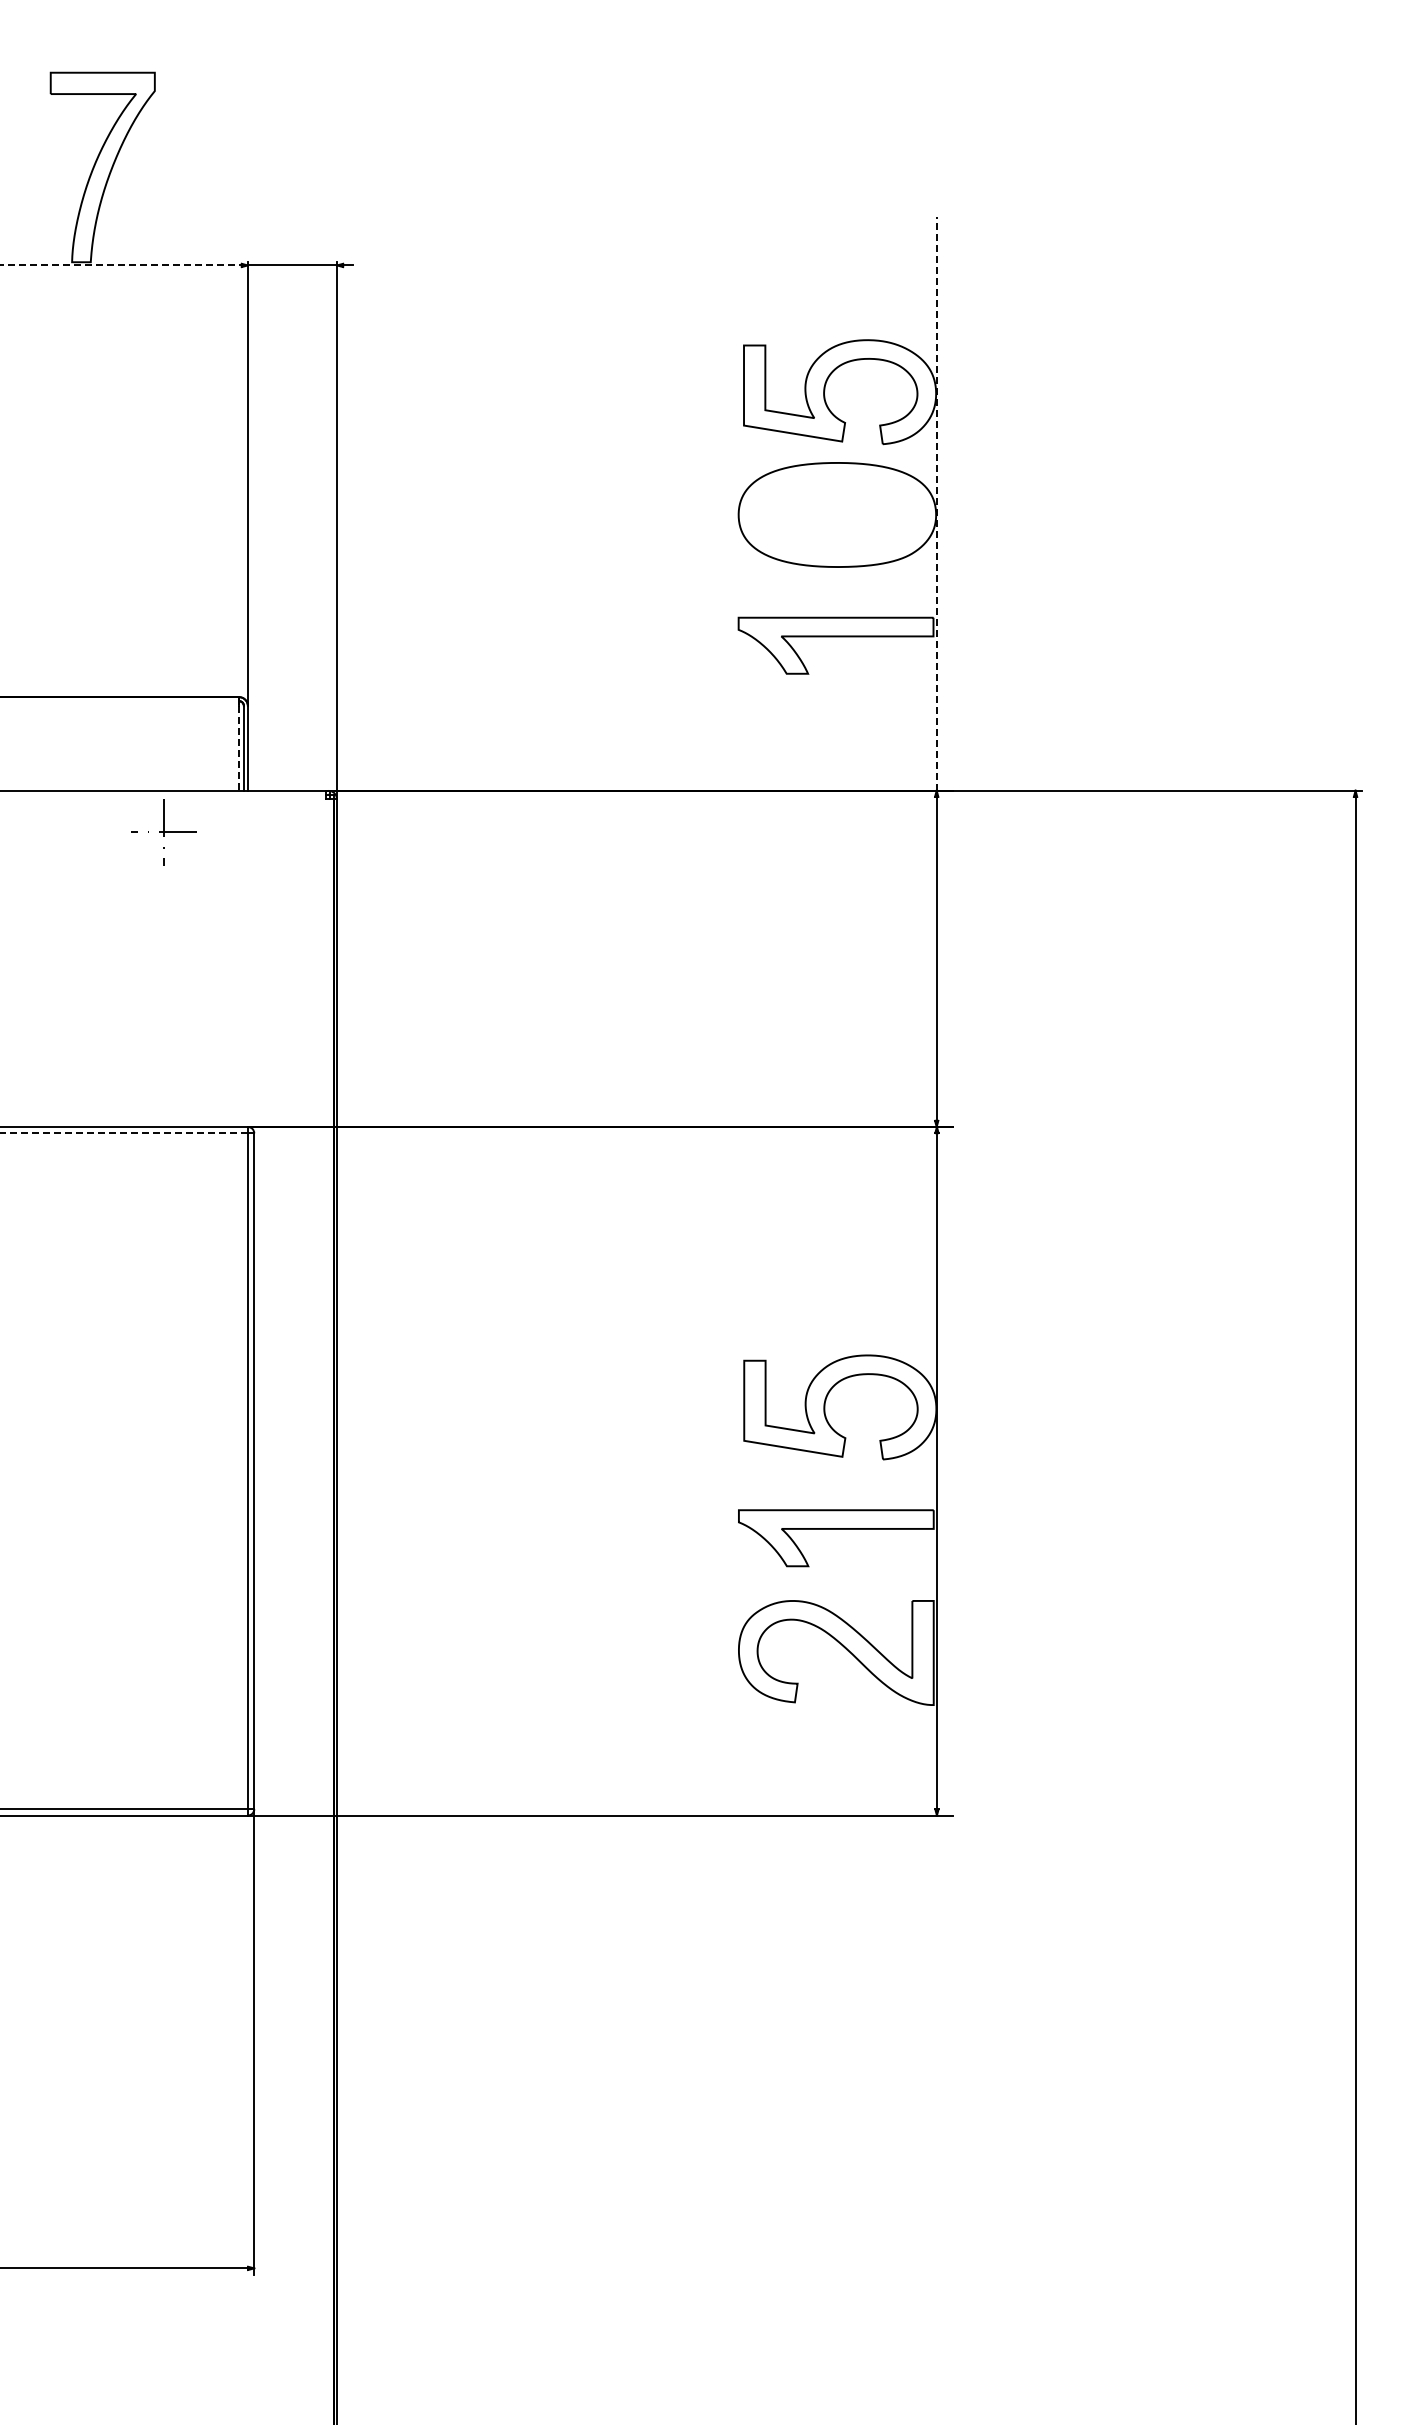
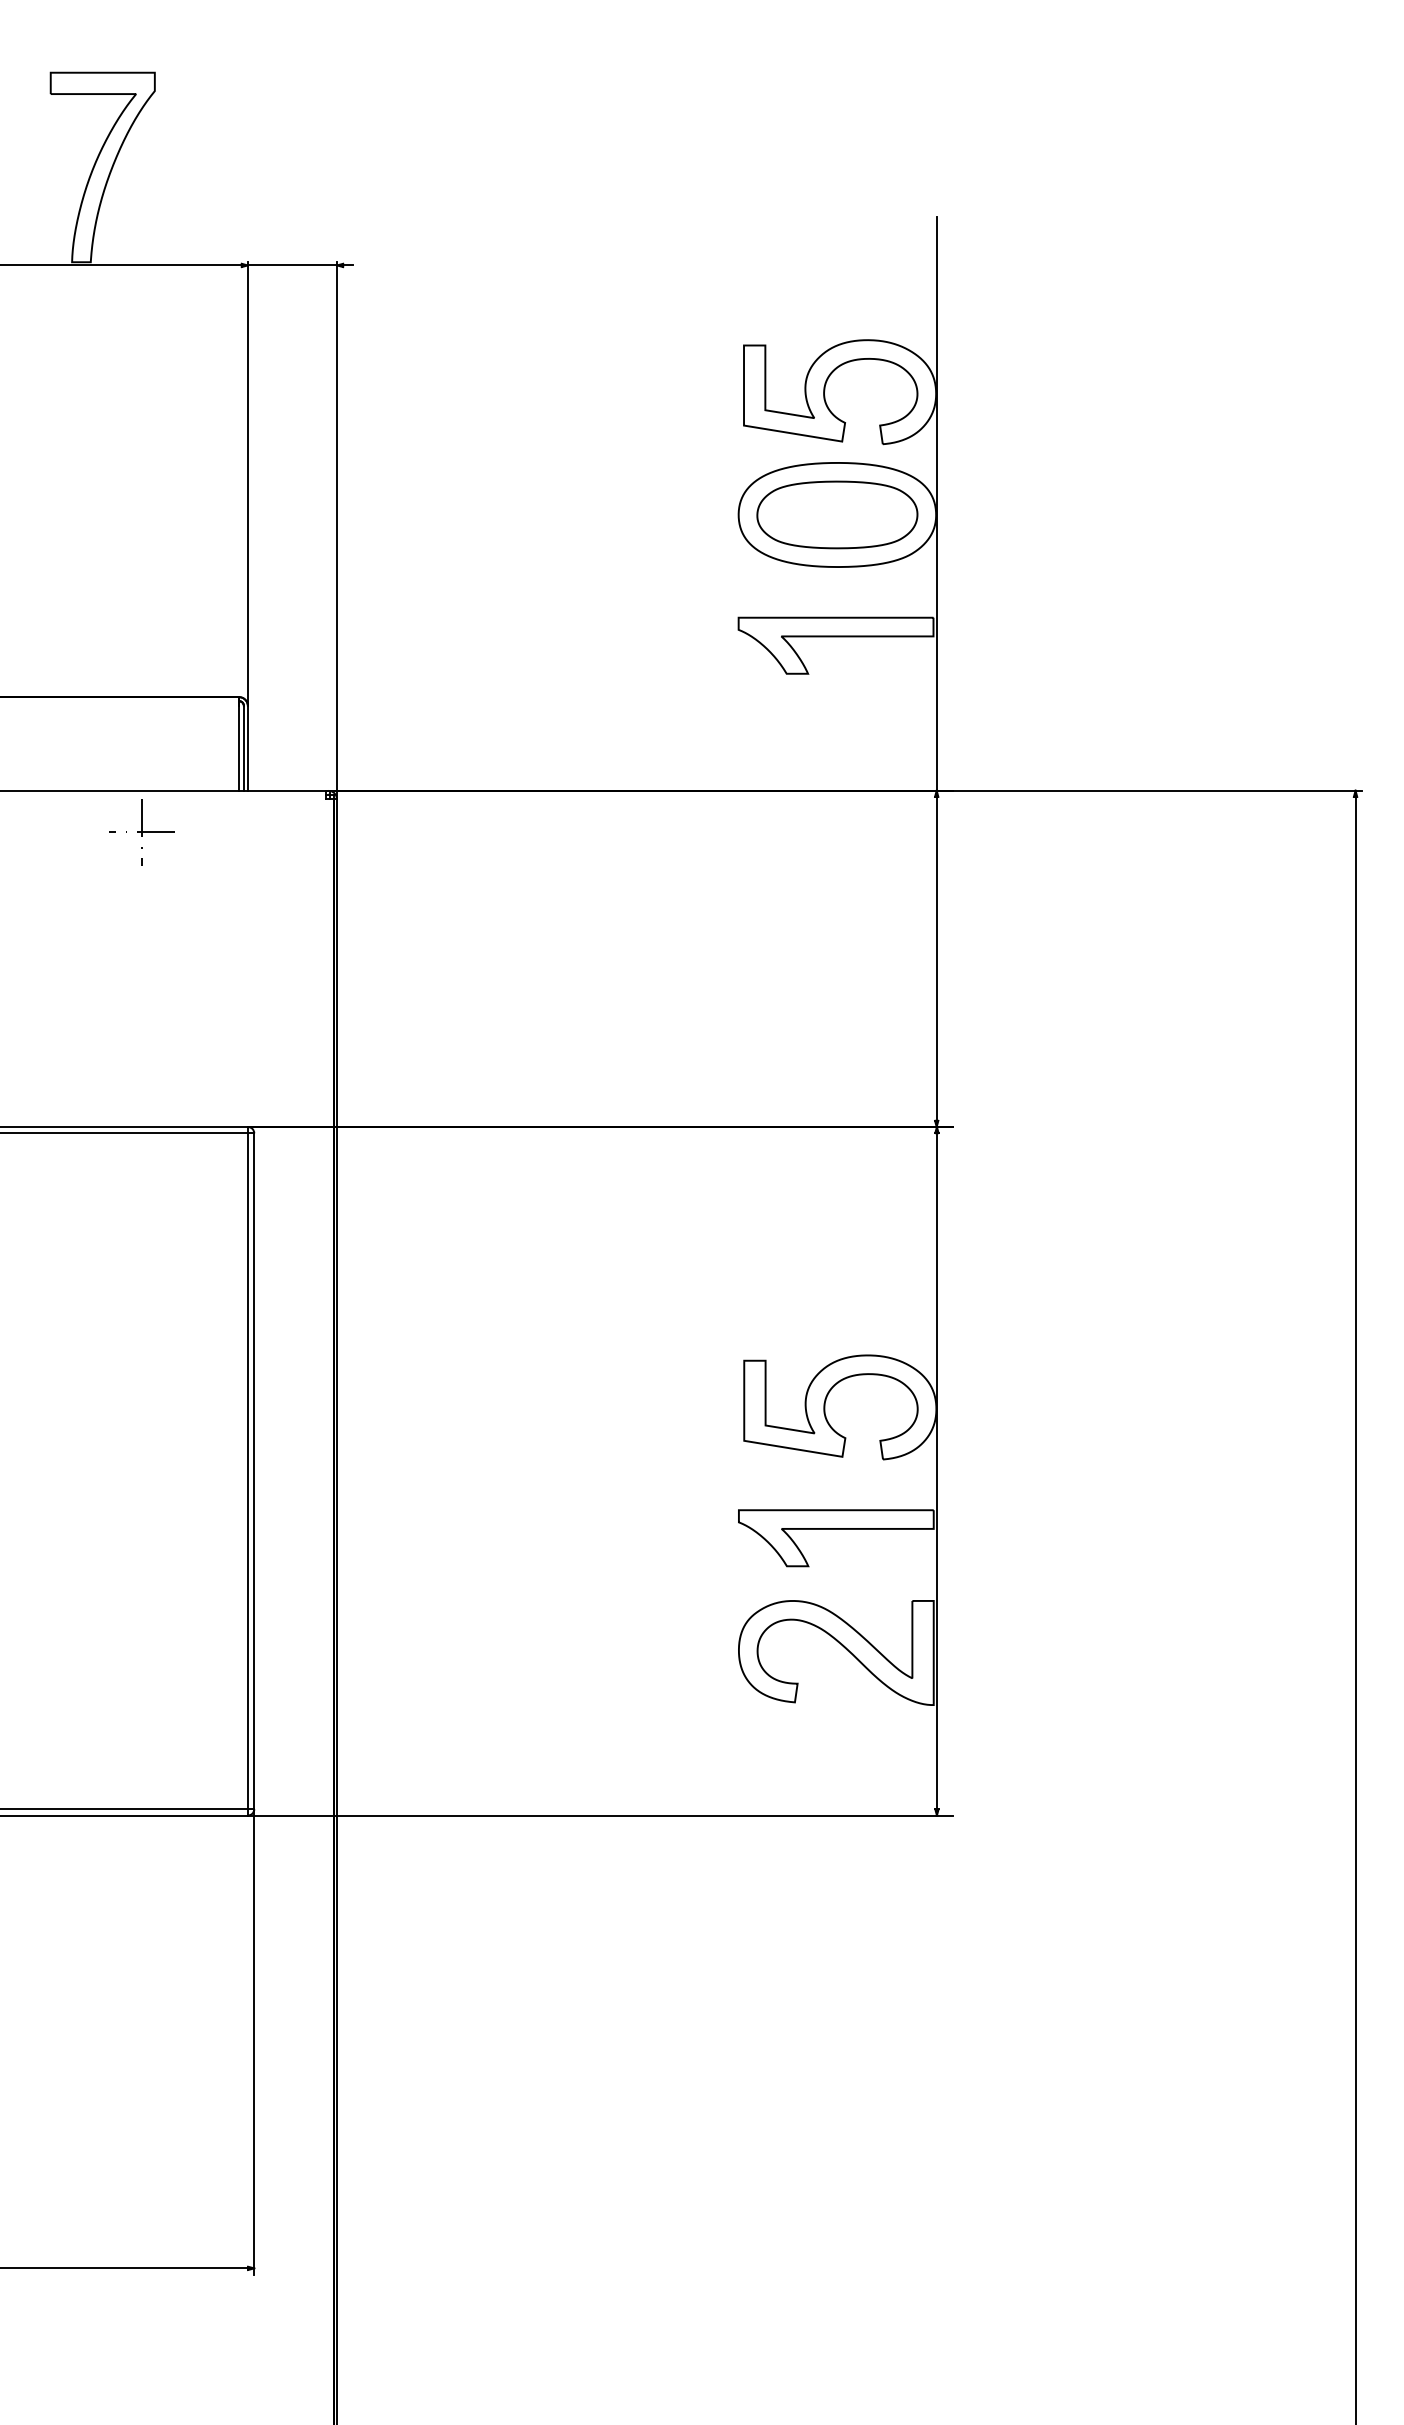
line at (121, 265): dashed -> solid
line at (936, 503): dashed -> solid
part at (837, 514): none -> present
line at (239, 748): dashed -> solid
part at (163, 832) position: (163, 832) -> (141, 832)
line at (123, 1133): dashed -> solid
